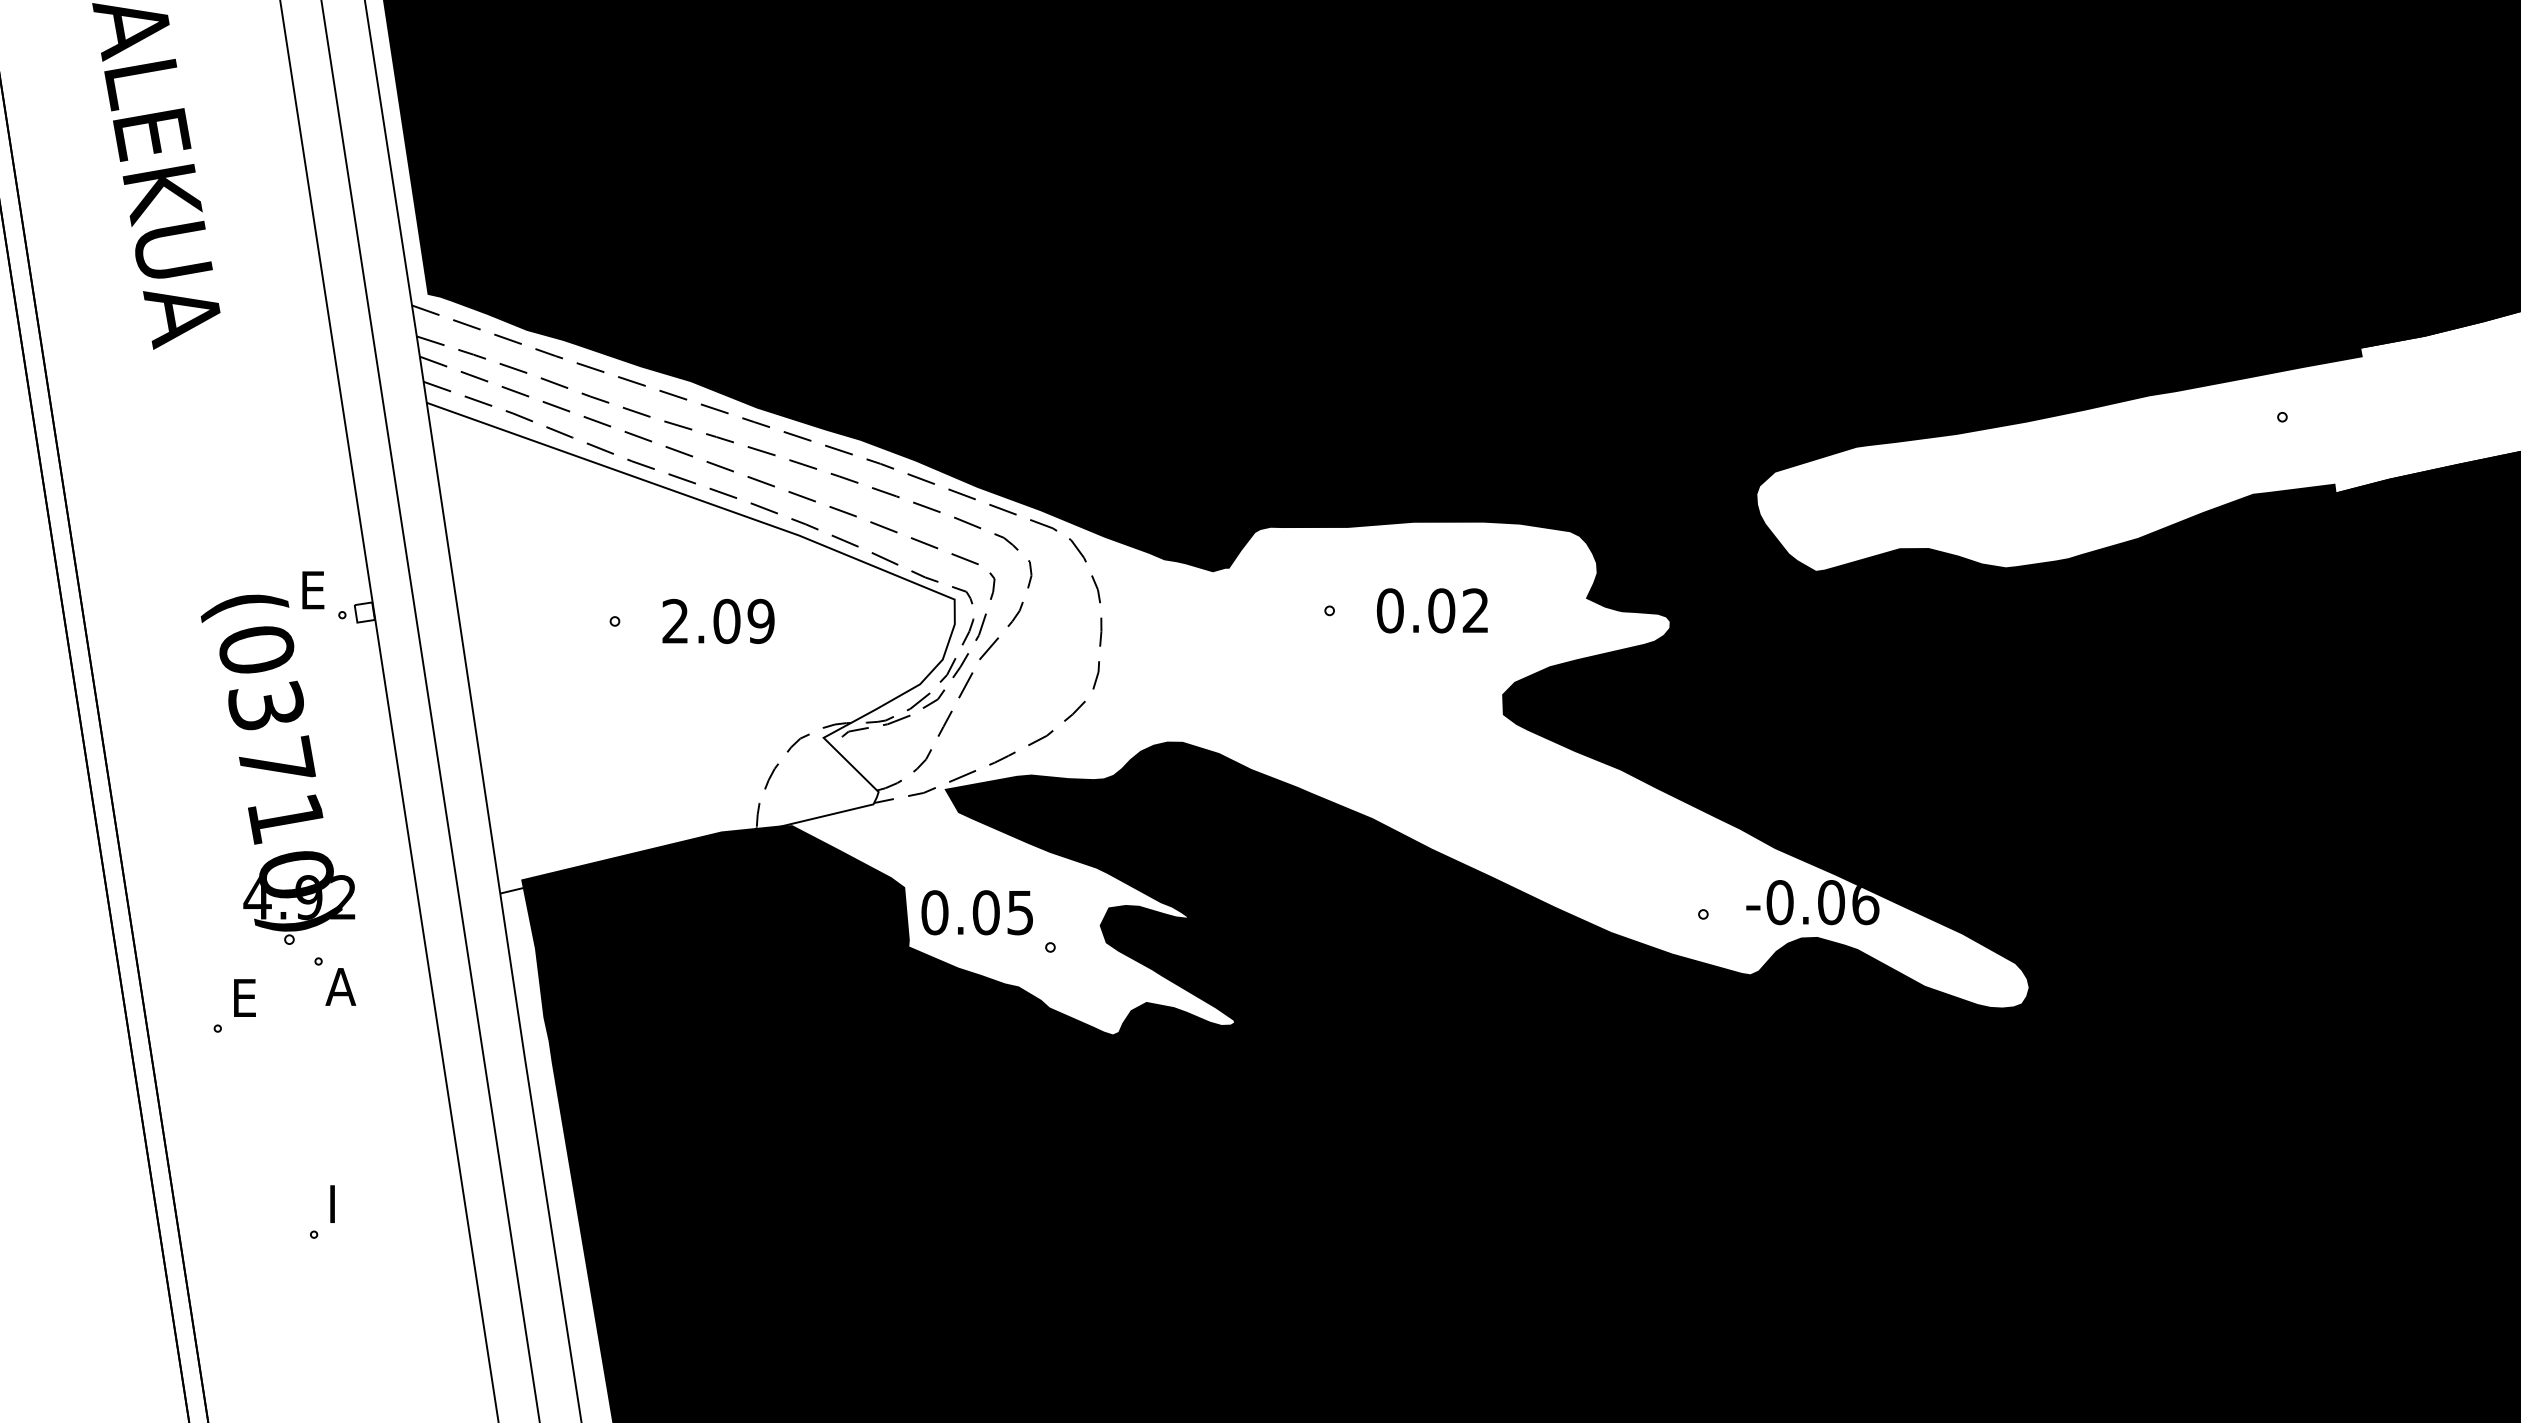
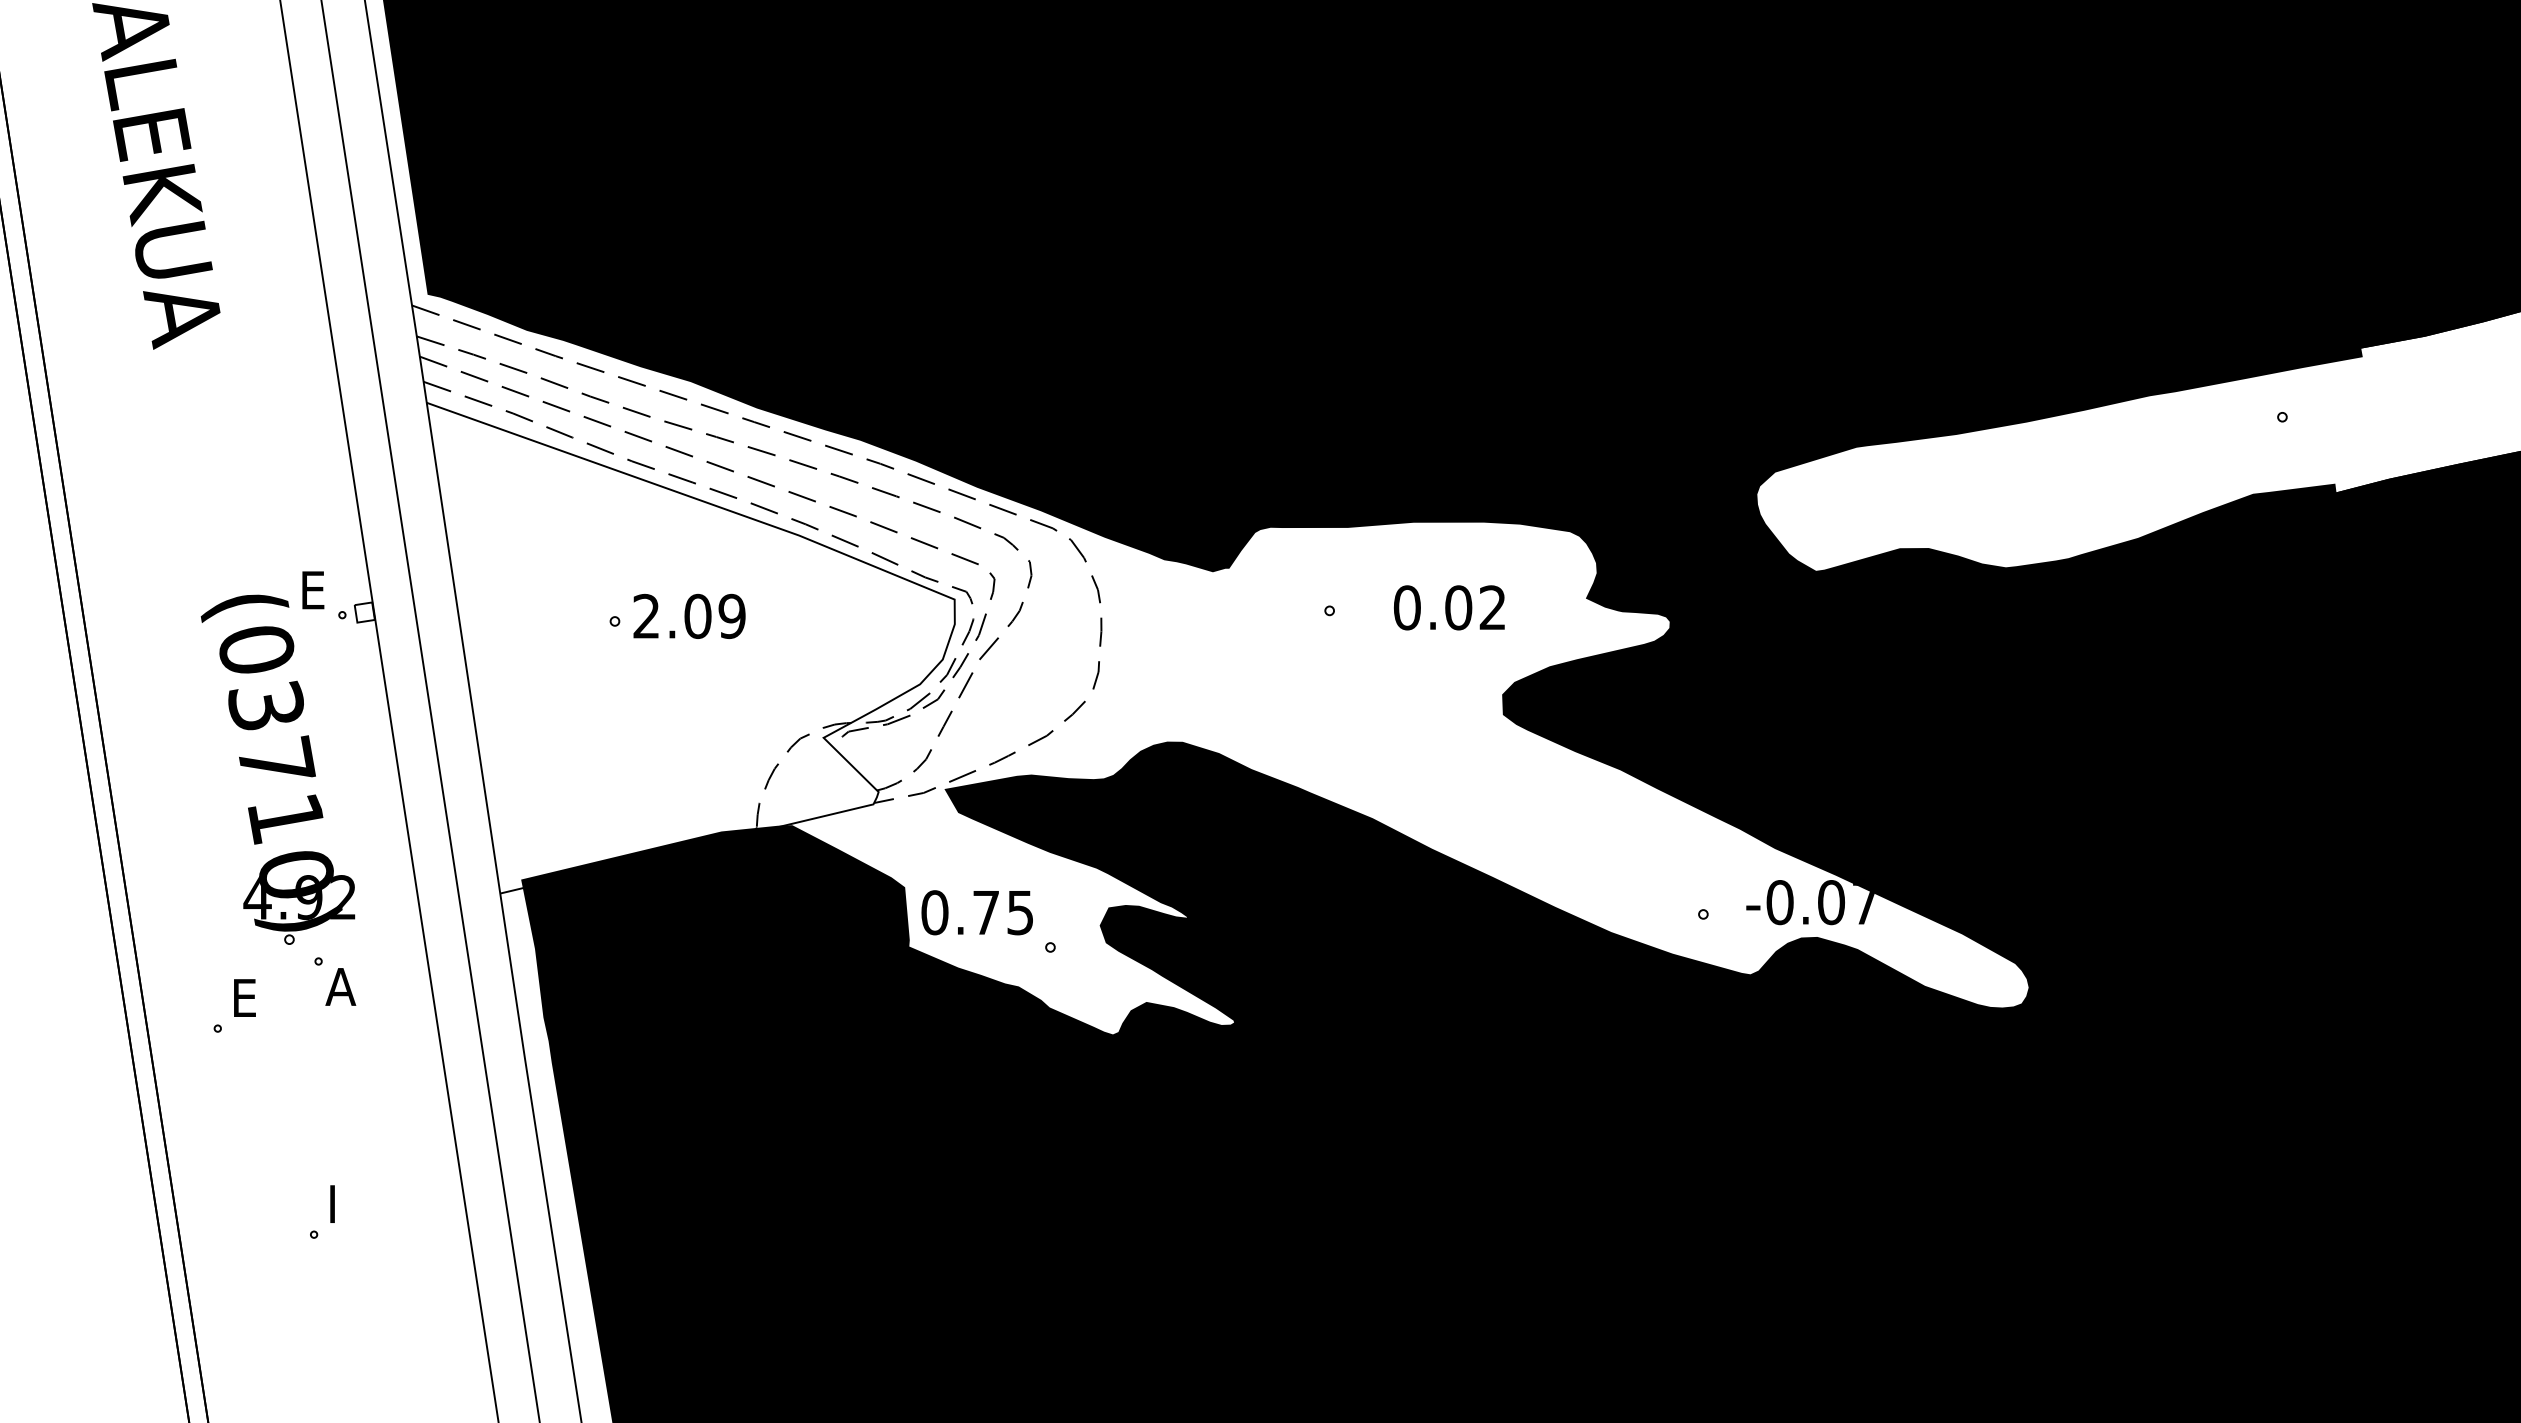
text at (1432, 610) position: (1432, 610) -> (1449, 607)
text at (718, 620) position: (718, 620) -> (689, 615)
text at (1865, 904): -0.06 -> -0.07
text at (985, 912): 0.05 -> 0.75
